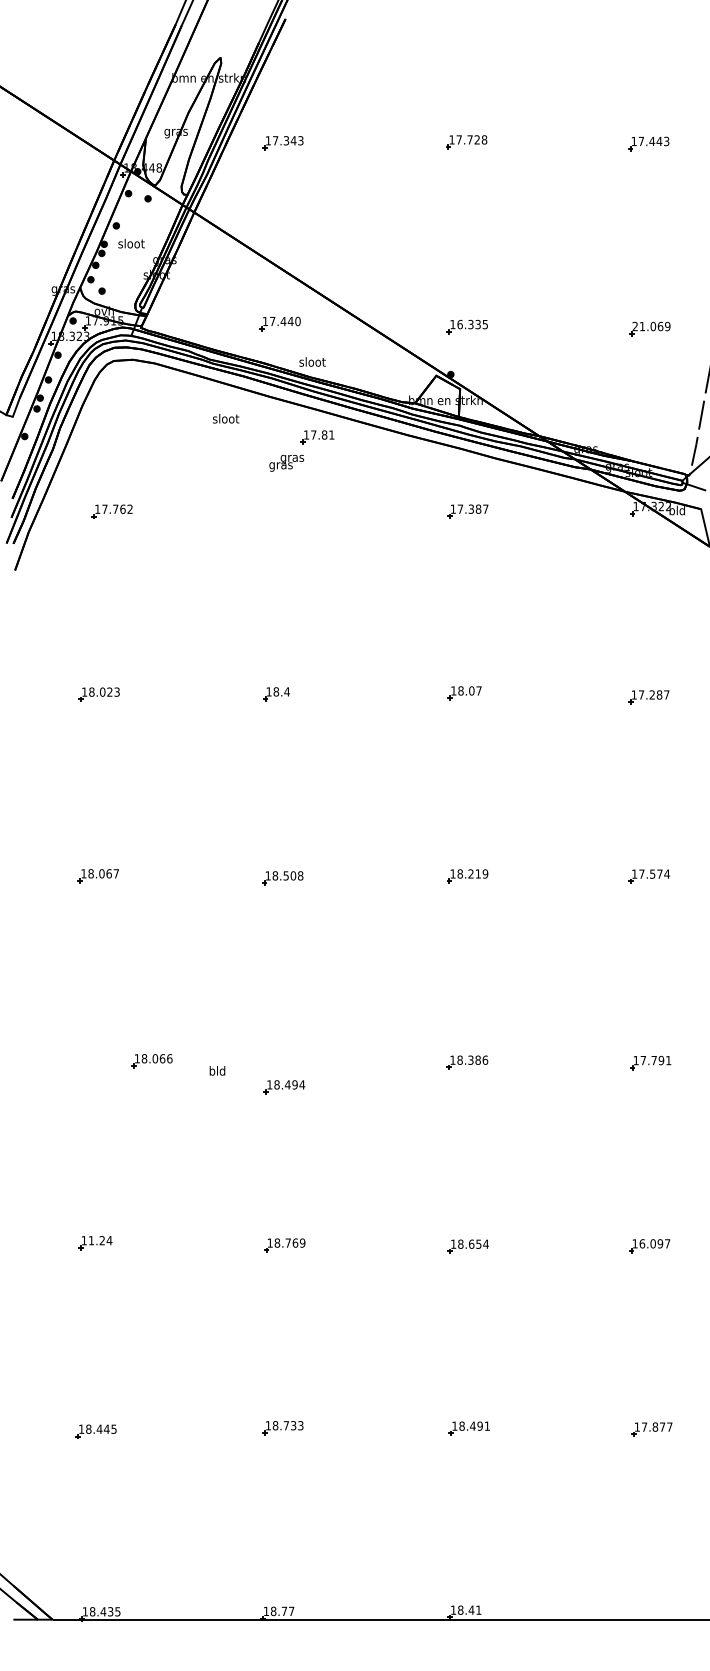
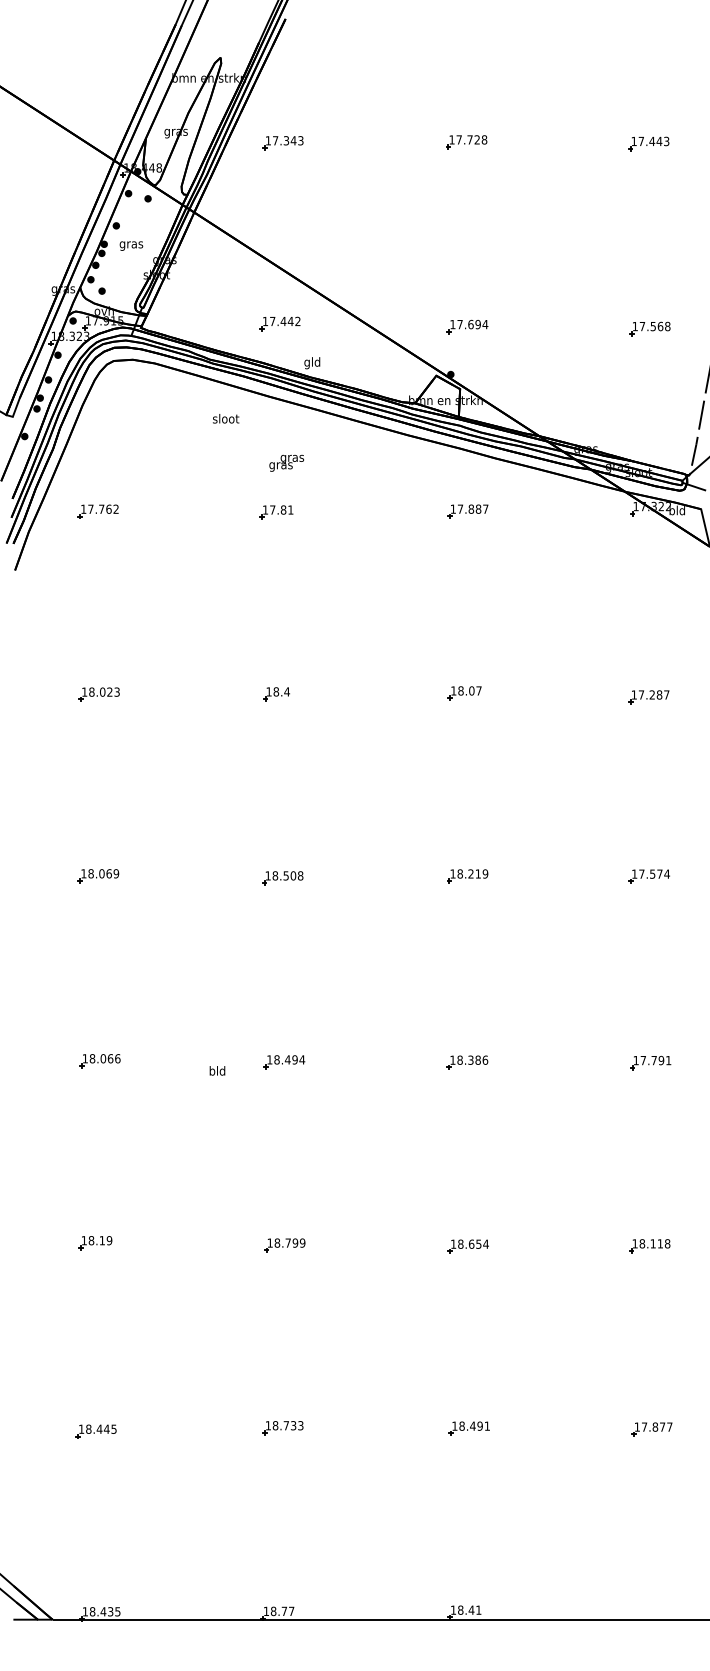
text at (131, 244): sloot -> gras
text at (297, 321): 17.440 -> 17.442
text at (472, 324): 16.335 -> 17.694
text at (651, 326): 21.069 -> 17.568
text at (312, 363): sloot -> gld
part at (317, 437) position: (317, 437) -> (276, 512)
text at (471, 508): 17.387 -> 17.887
part at (111, 511) position: (111, 511) -> (97, 511)
text at (116, 873): 18.067 -> 18.069
part at (151, 1061) position: (151, 1061) -> (99, 1061)
part at (284, 1087) position: (284, 1087) -> (284, 1062)
text at (100, 1240): 11.24 -> 18.19
text at (295, 1242): 18.769 -> 18.799
text at (654, 1243): 16.097 -> 18.118
